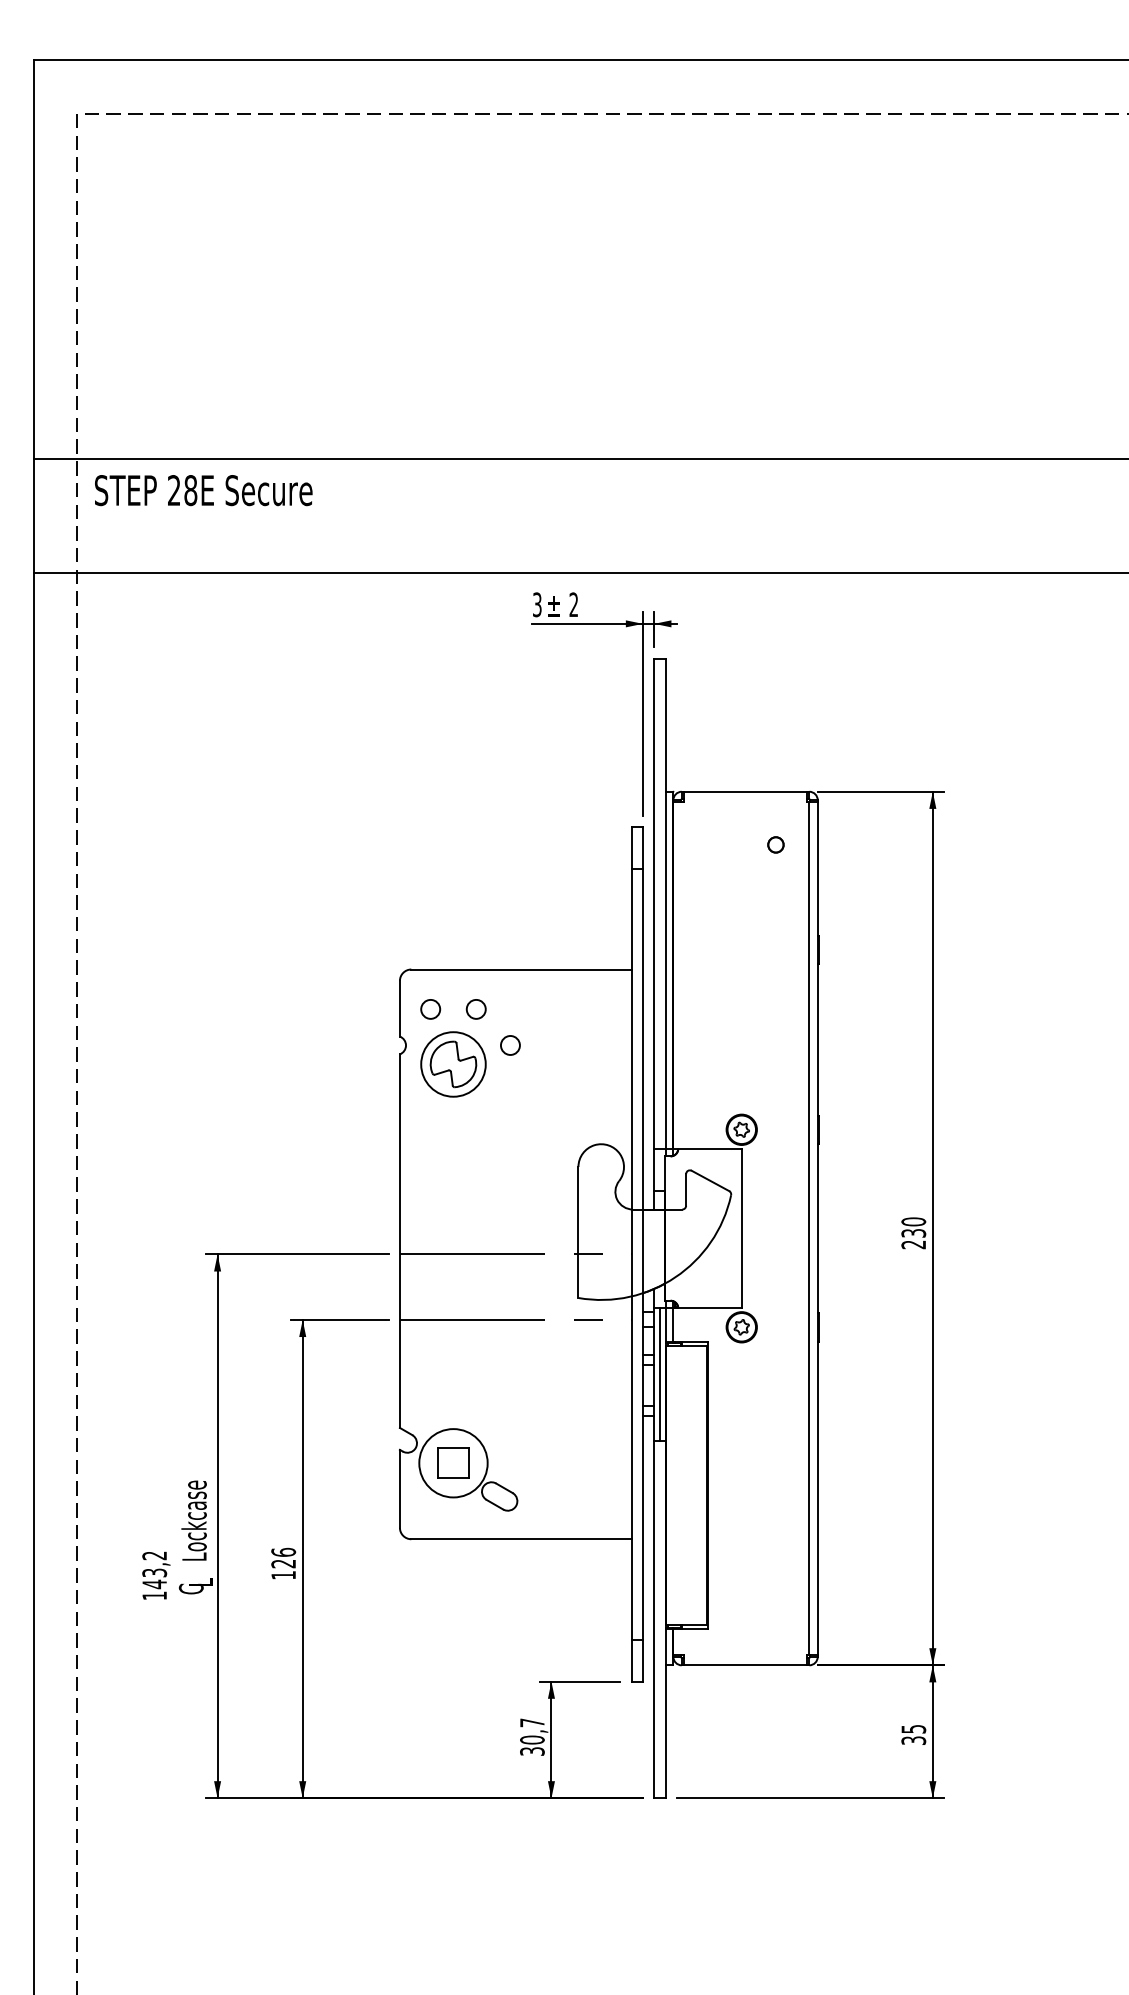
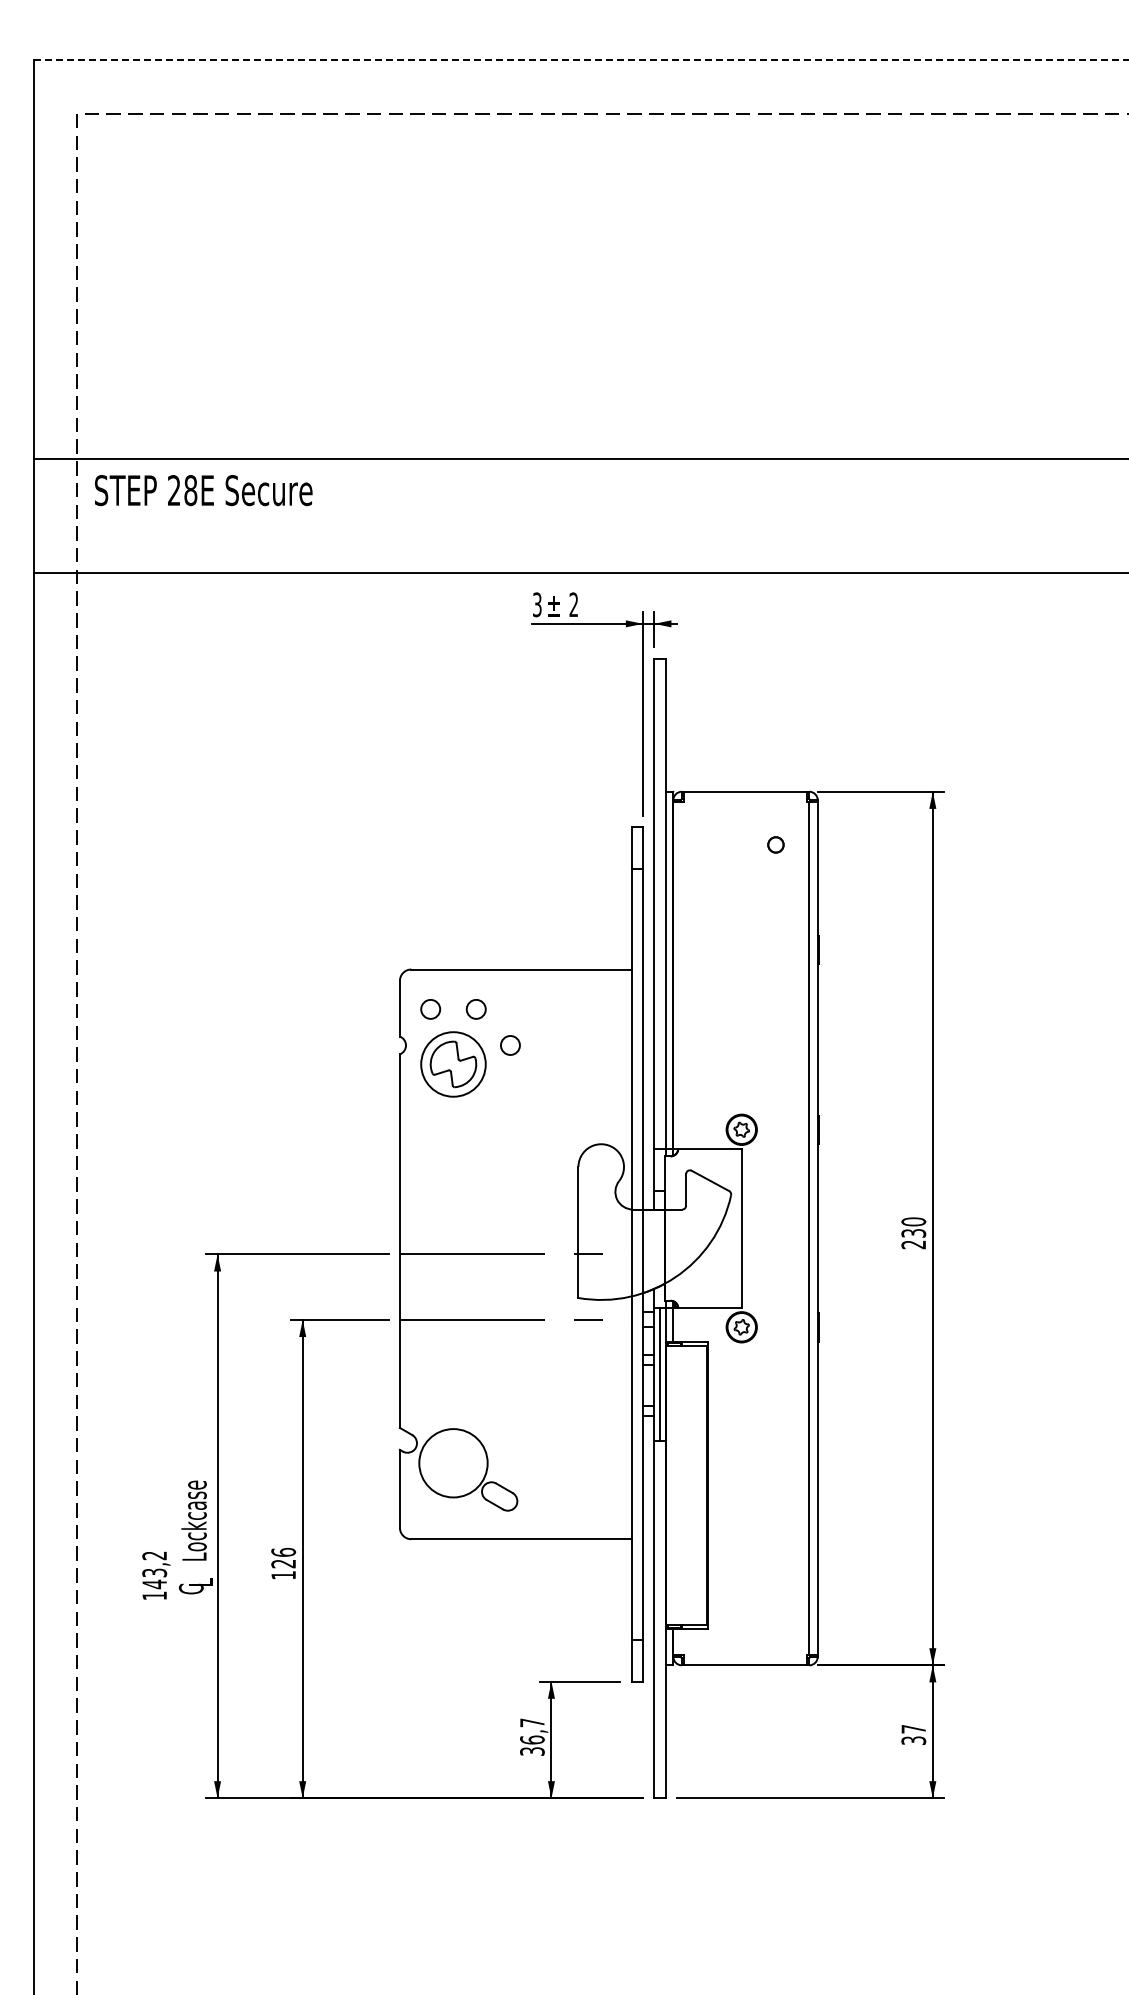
line at (581, 59): solid -> dashed
part at (453, 1462): present -> none
text at (913, 1729): 35 -> 37
text at (532, 1739): 30,7 -> 36,7
